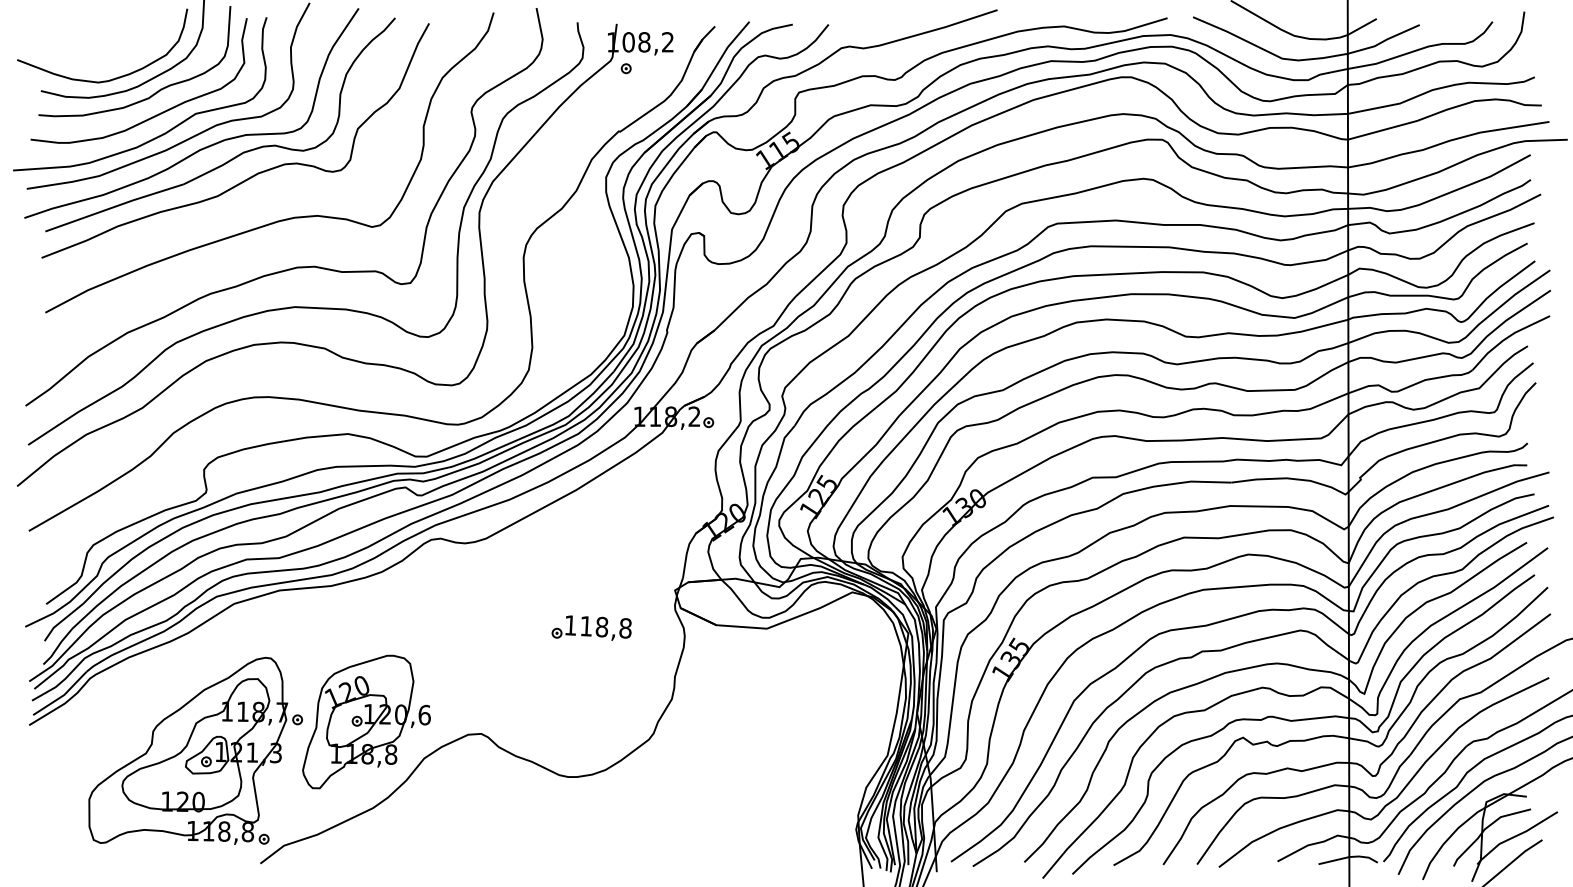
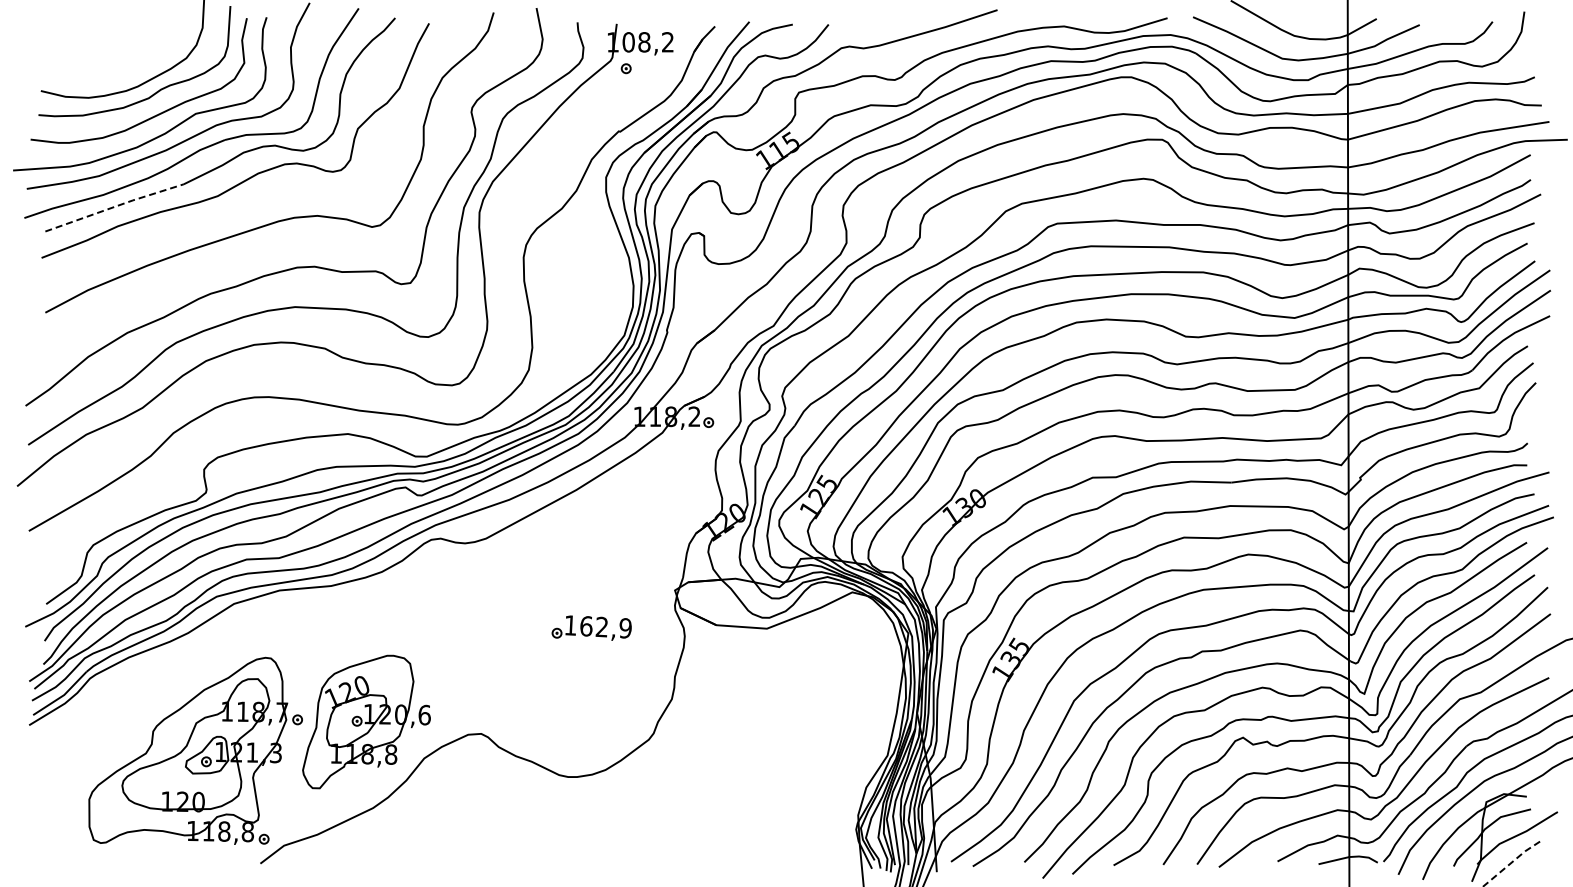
curve at (112, 78): present -> none
line at (115, 206): solid -> dashed
text at (605, 627): 118,8 -> 162,9
line at (1512, 862): solid -> dashed
